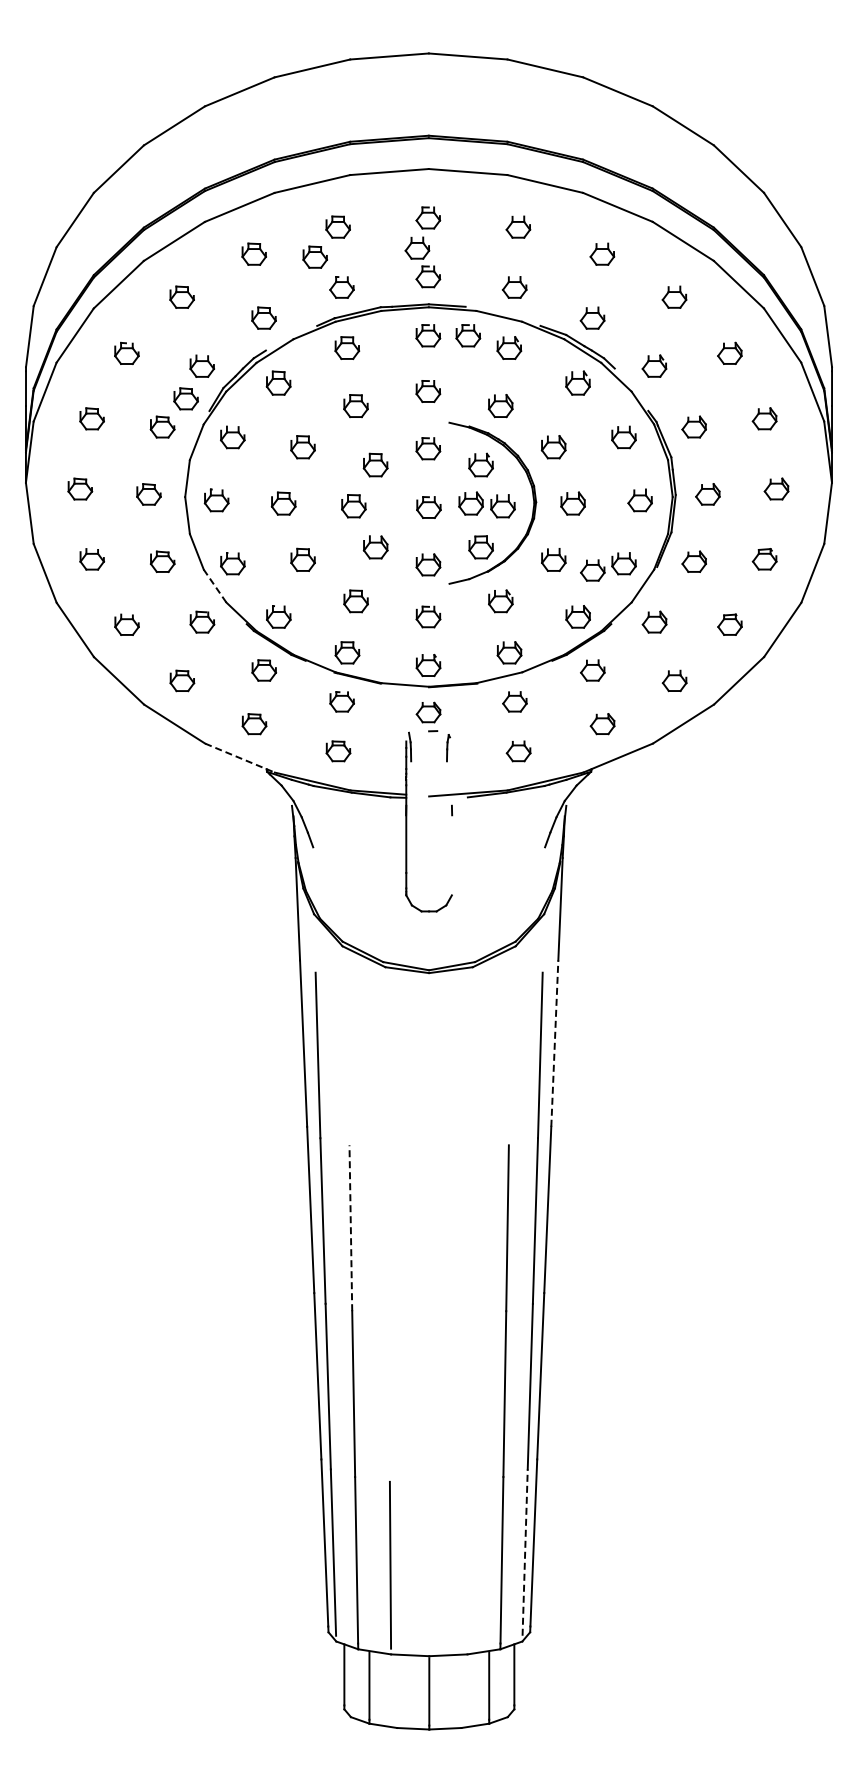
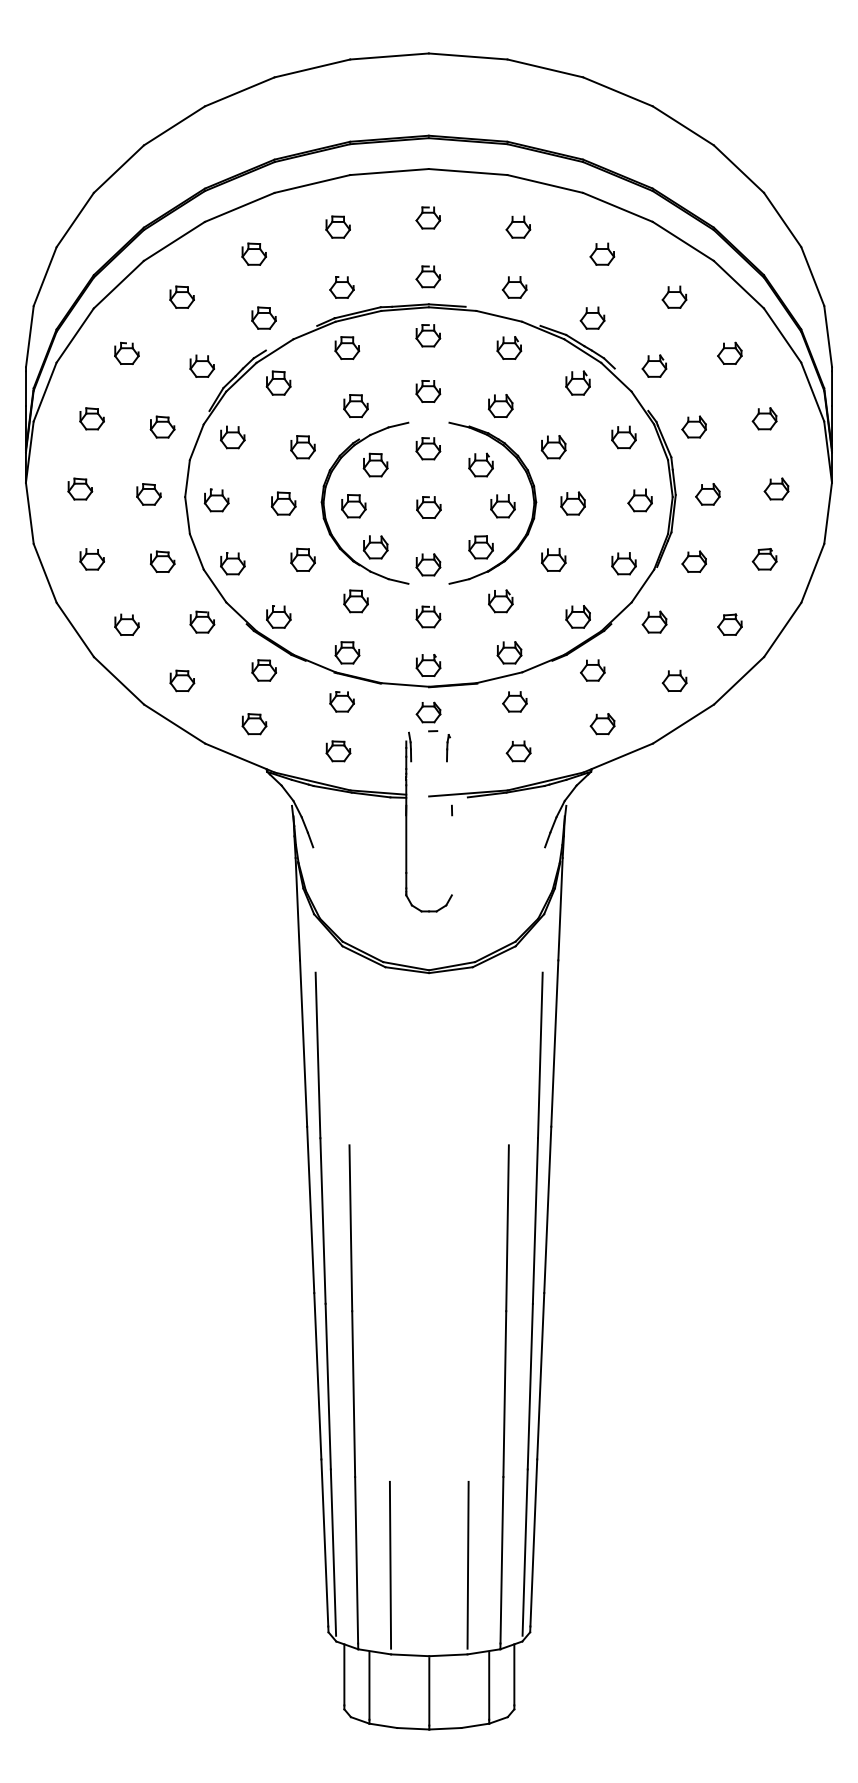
part at (417, 247): present -> none
part at (314, 256): present -> none
part at (468, 335): present -> none
part at (185, 398): present -> none
part at (325, 497): none -> present
part at (470, 503): present -> none
part at (592, 570): present -> none
line at (215, 586): dashed -> solid
line at (240, 758): dashed -> solid
line at (554, 1043): dashed -> solid
line at (350, 1228): dashed -> solid
line at (525, 1552): dashed -> solid
line at (467, 1564): none -> present
